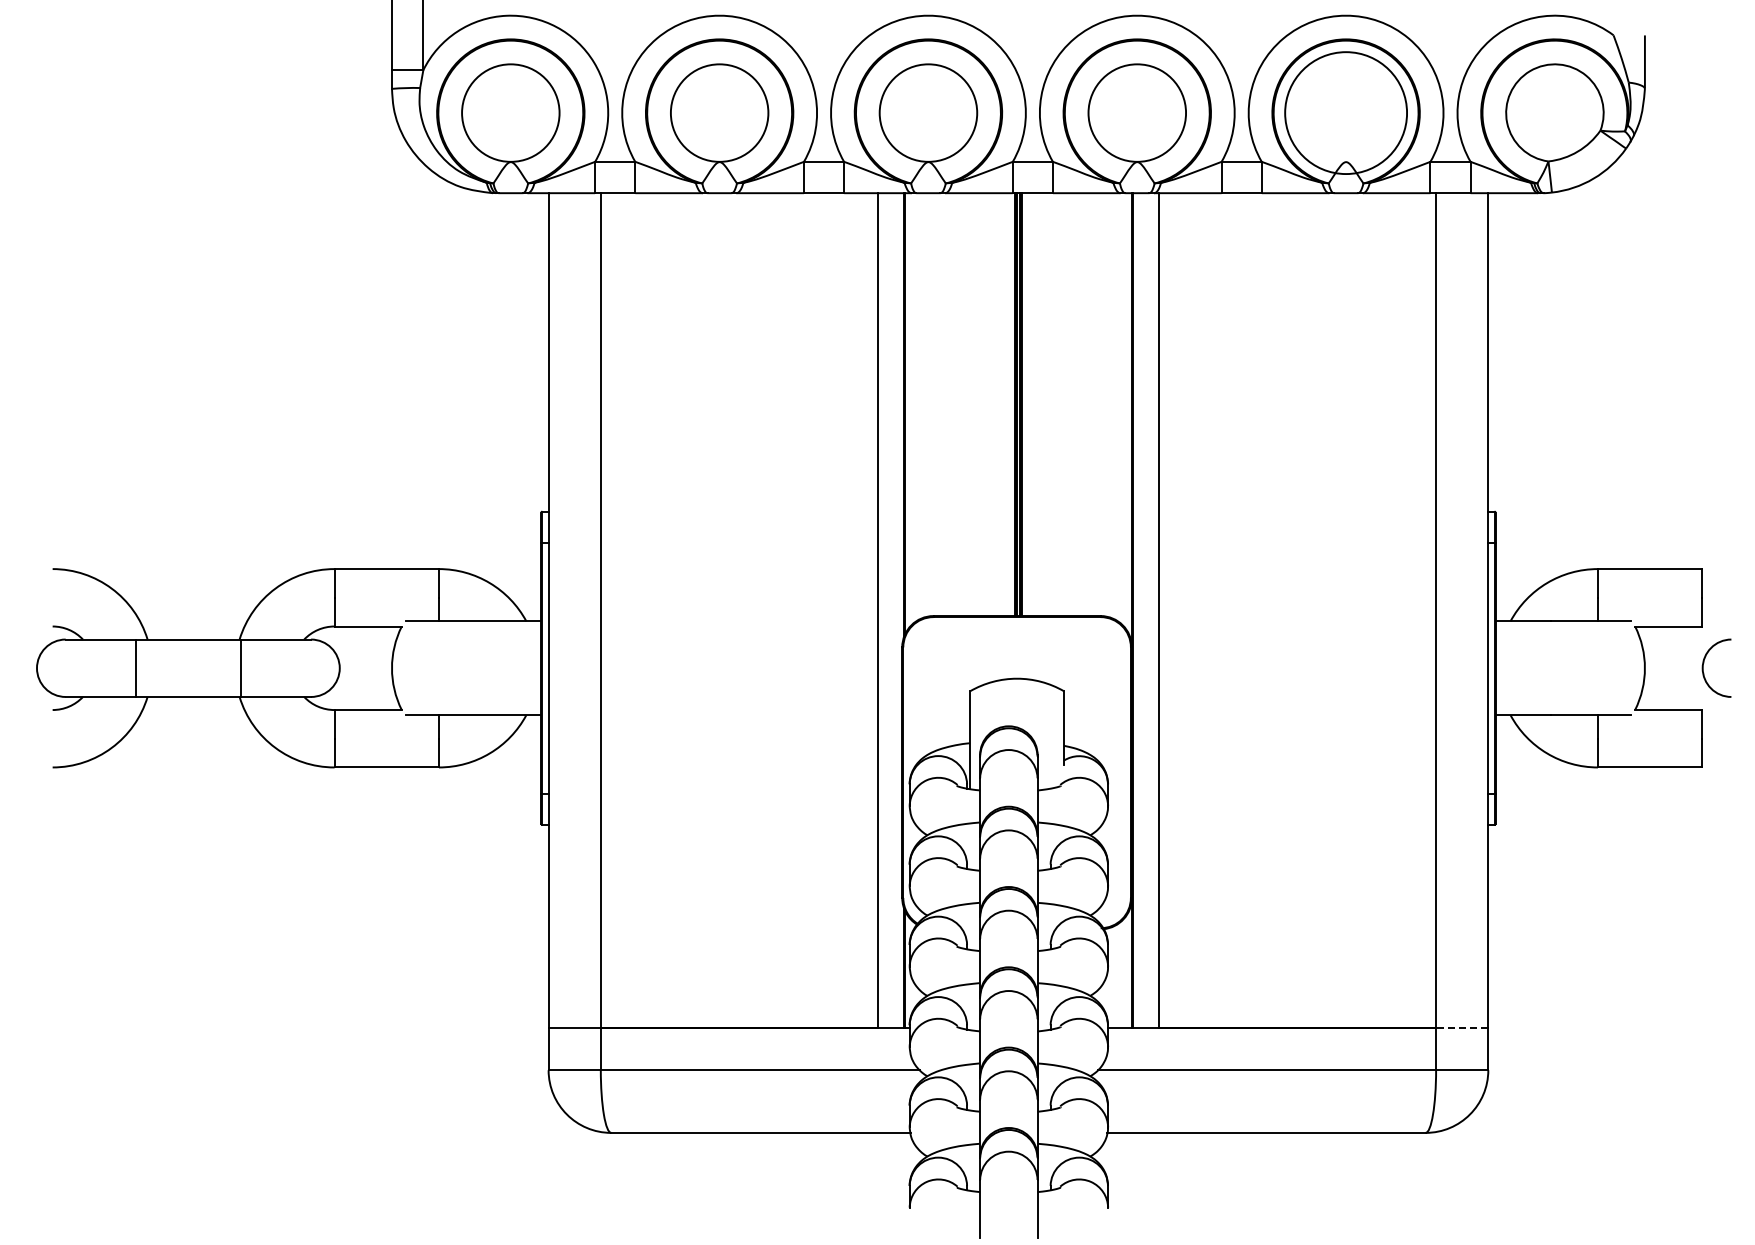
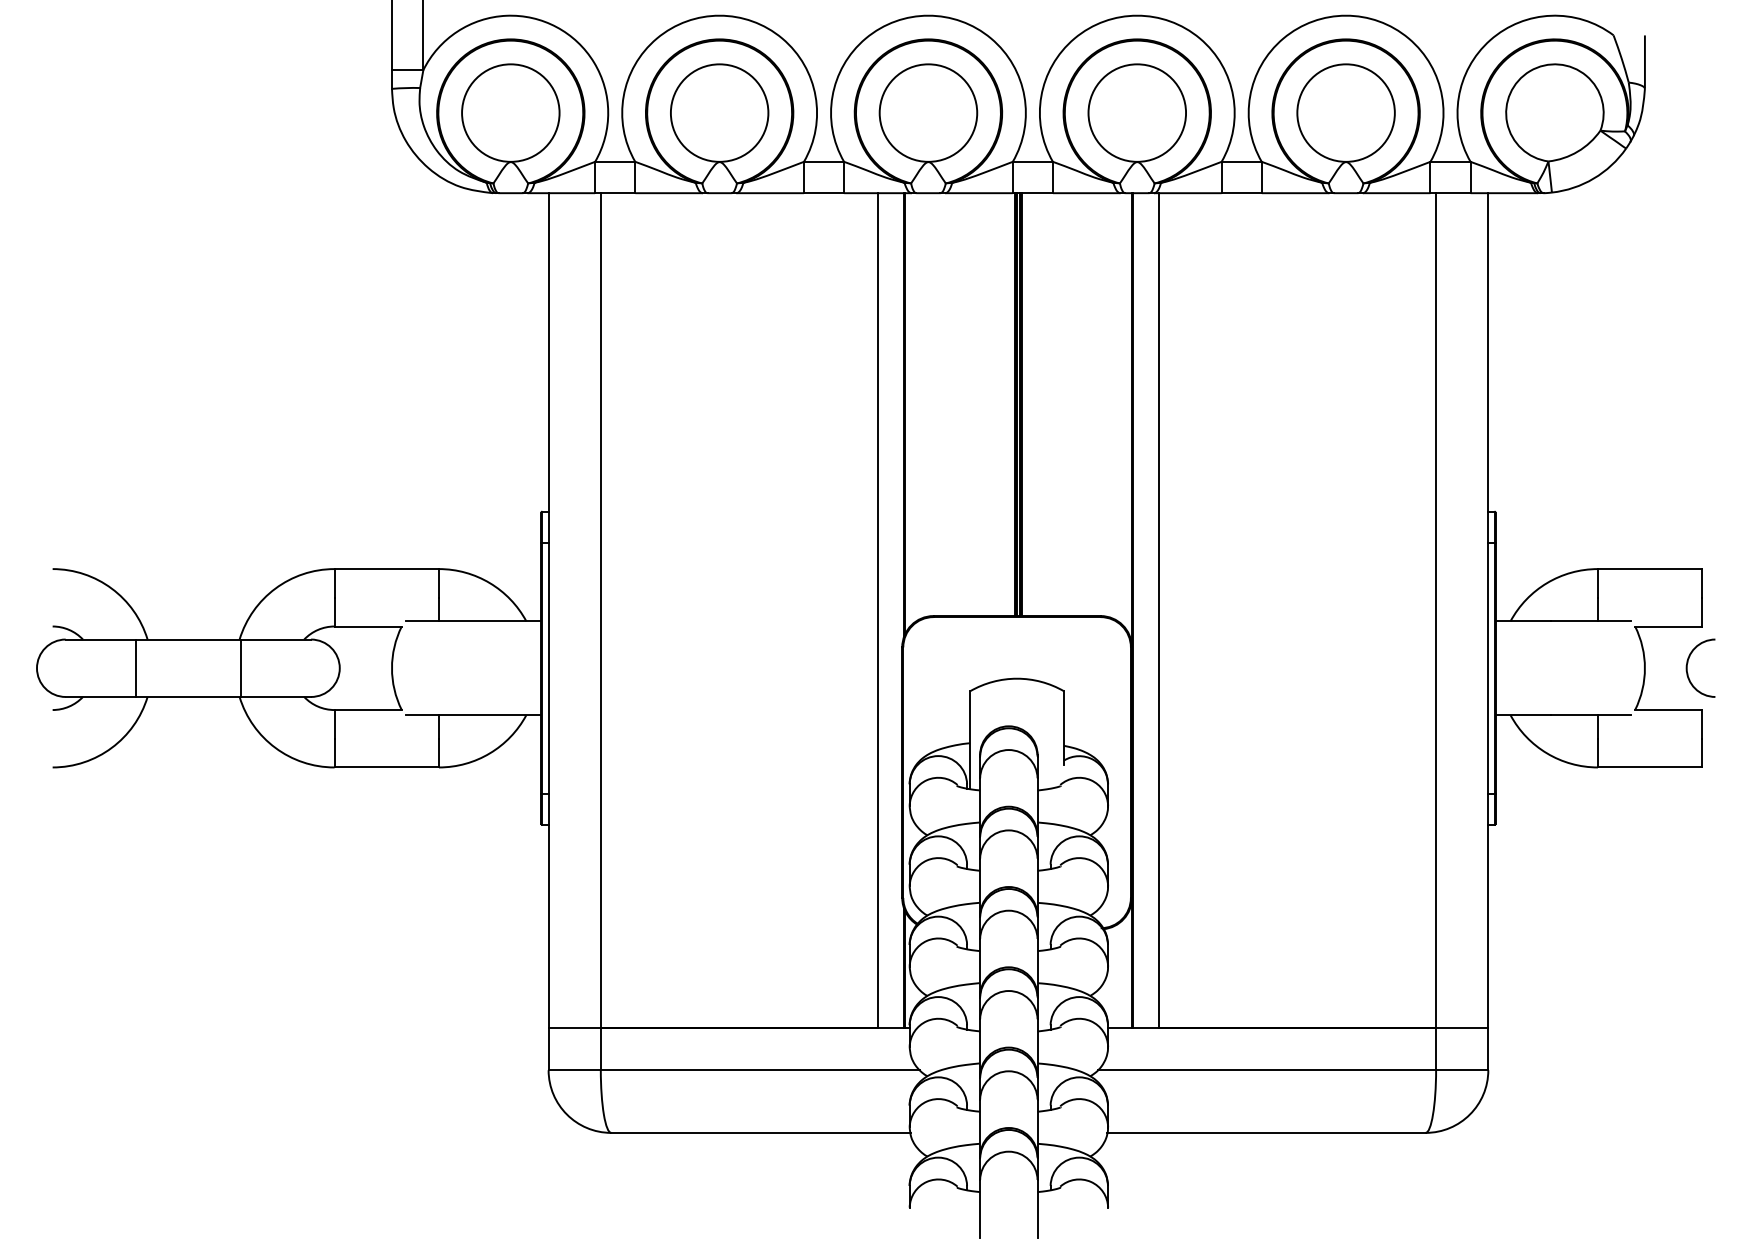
circle at (1346, 113) diameter: 122 px -> 98 px
arc at (1704, 663) position: (1704, 663) -> (1688, 663)
line at (1461, 1028): dashed -> solid
